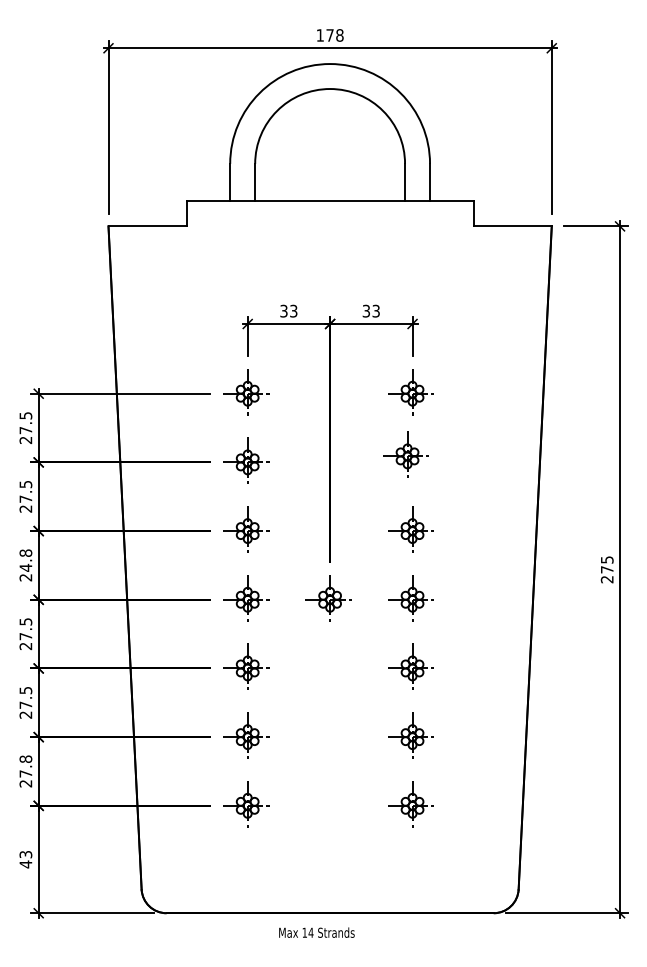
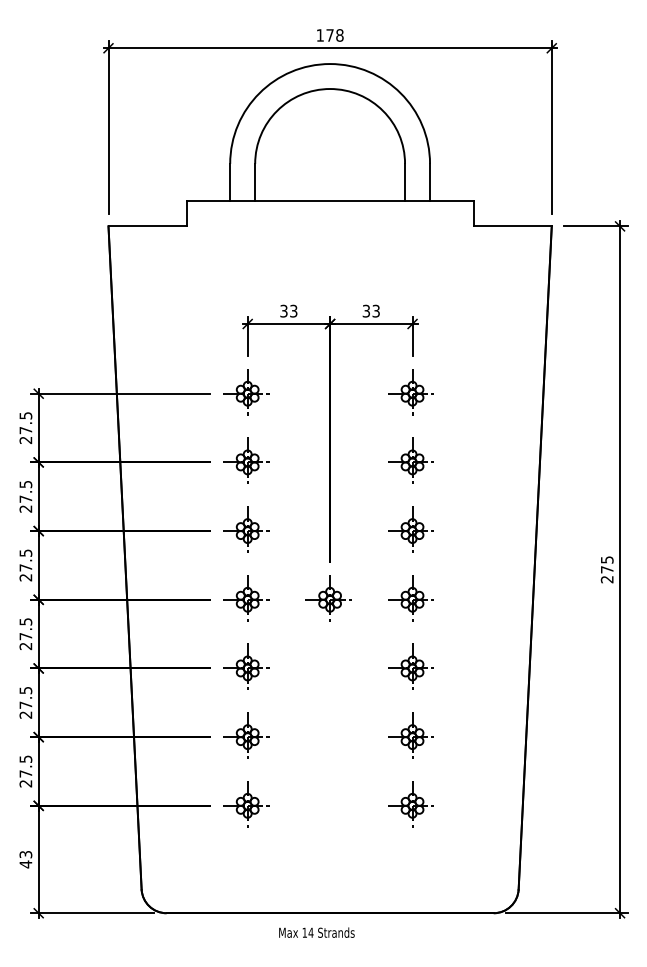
part at (405, 454) position: (405, 454) -> (410, 460)
text at (25, 560): 24.8 -> 27.5
text at (25, 758): 27.8 -> 27.5
